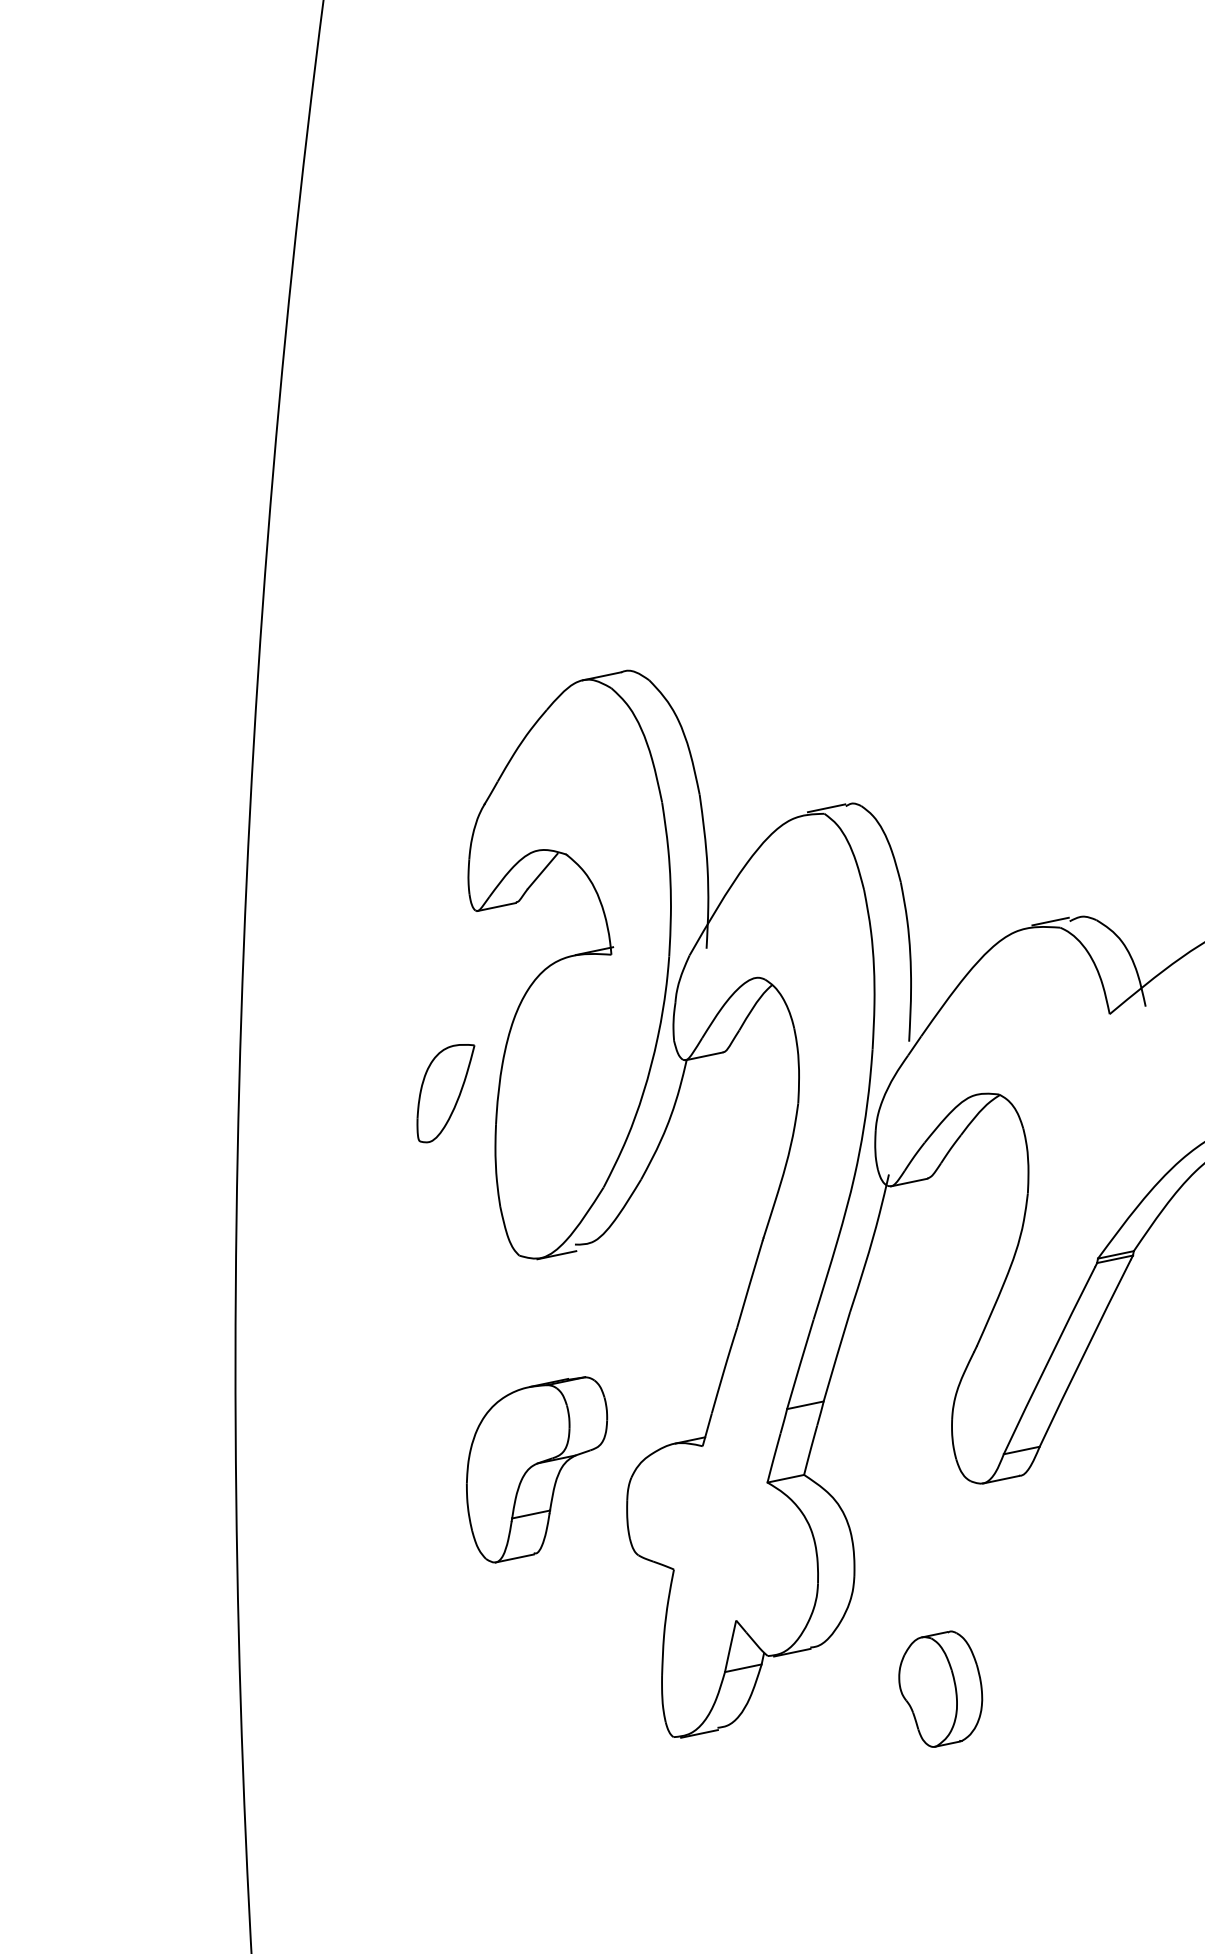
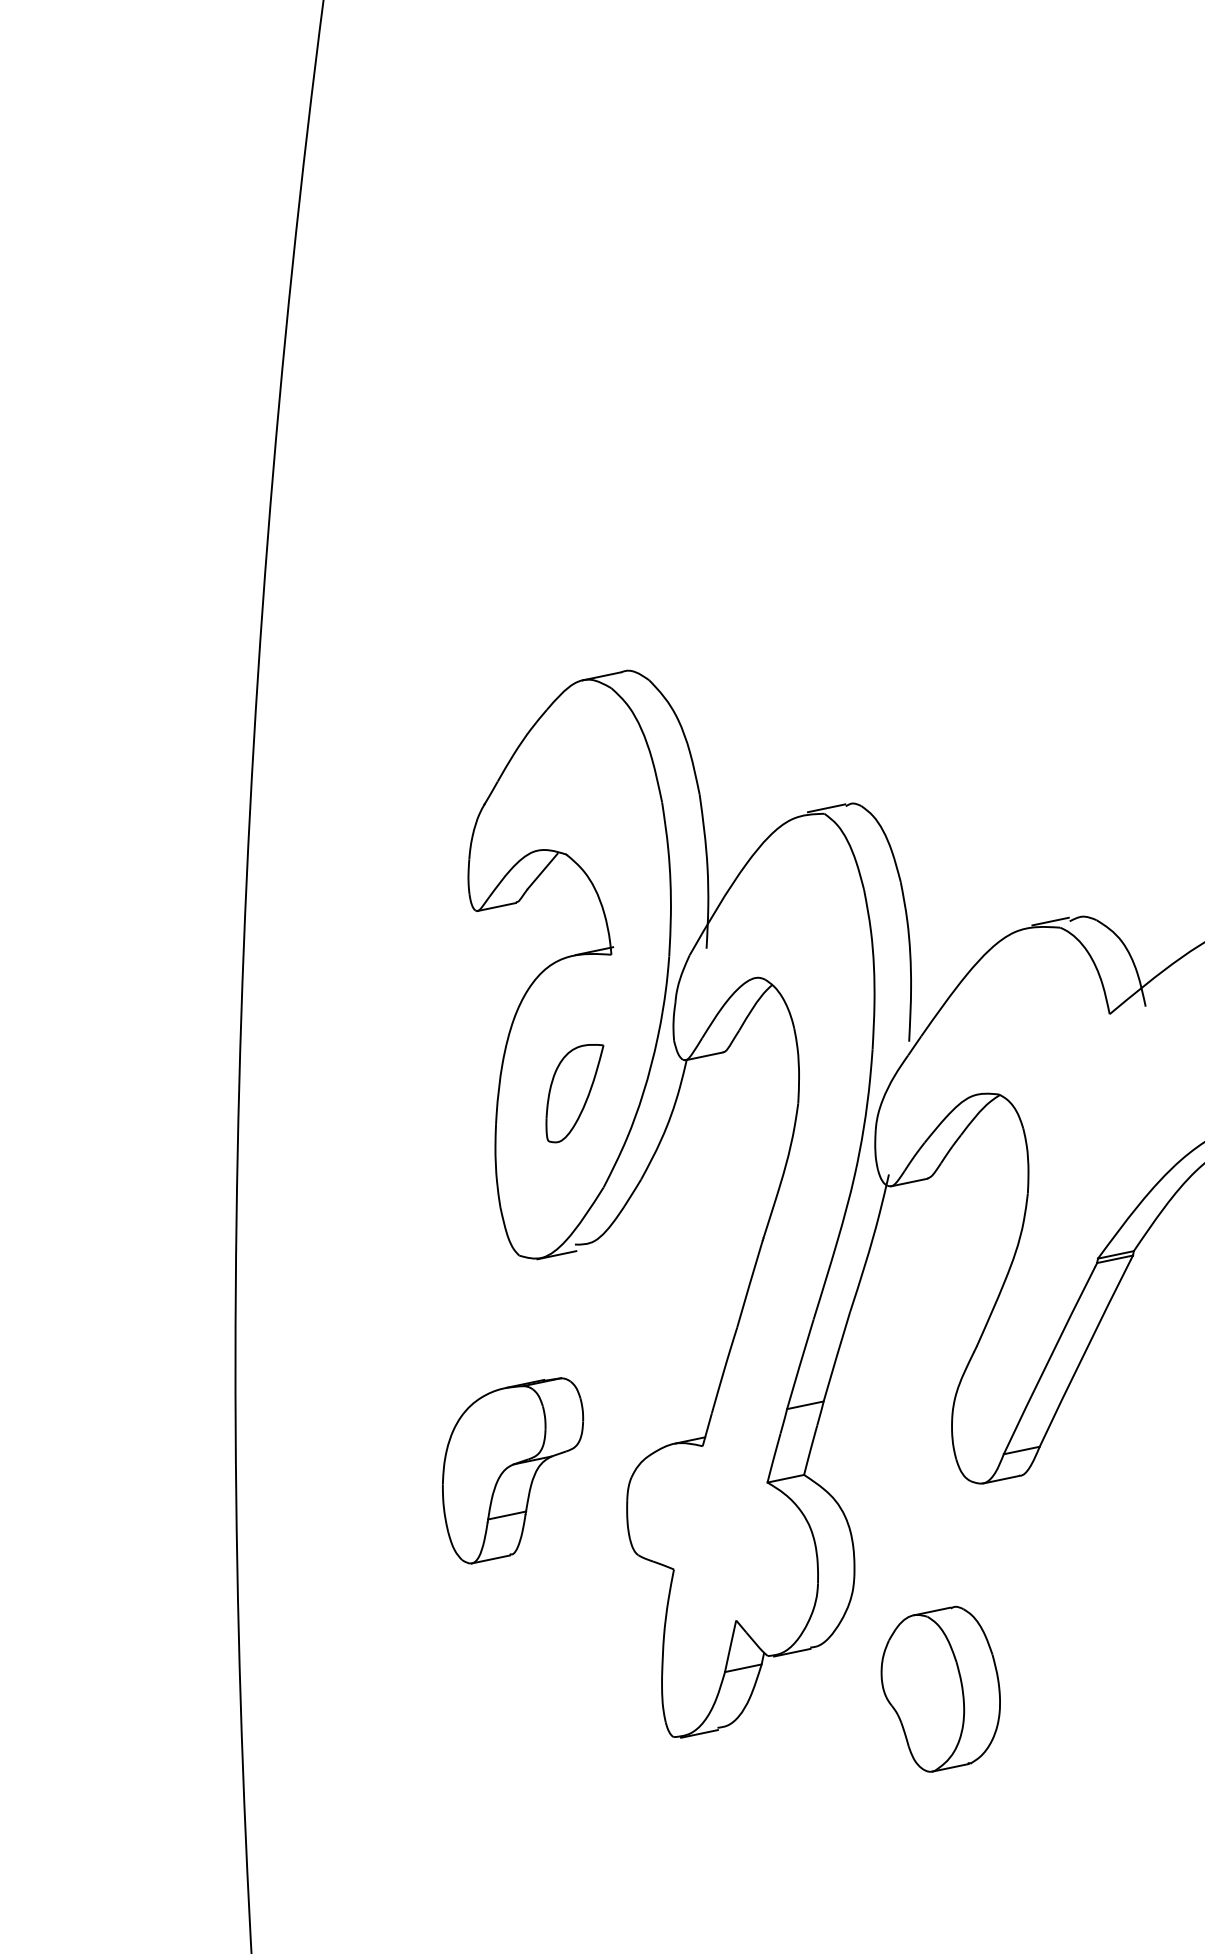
part at (445, 1093) position: (445, 1093) -> (574, 1093)
part at (537, 1469) position: (537, 1469) -> (513, 1470)
part at (940, 1688) size: 86x118 px -> 121x168 px
